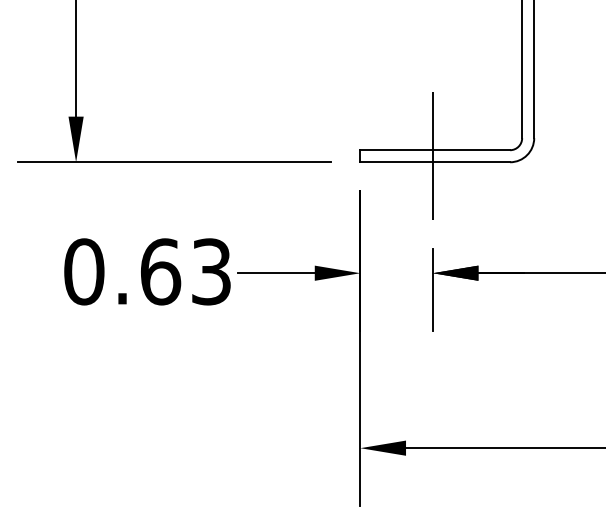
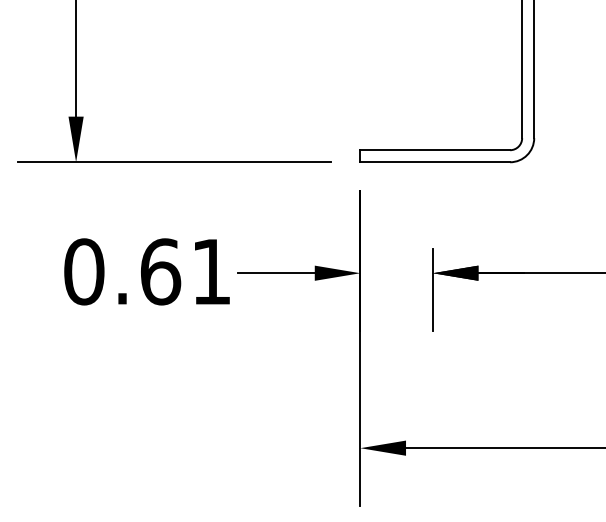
line at (432, 156): present -> none
text at (211, 271): 0.63 -> 0.61
